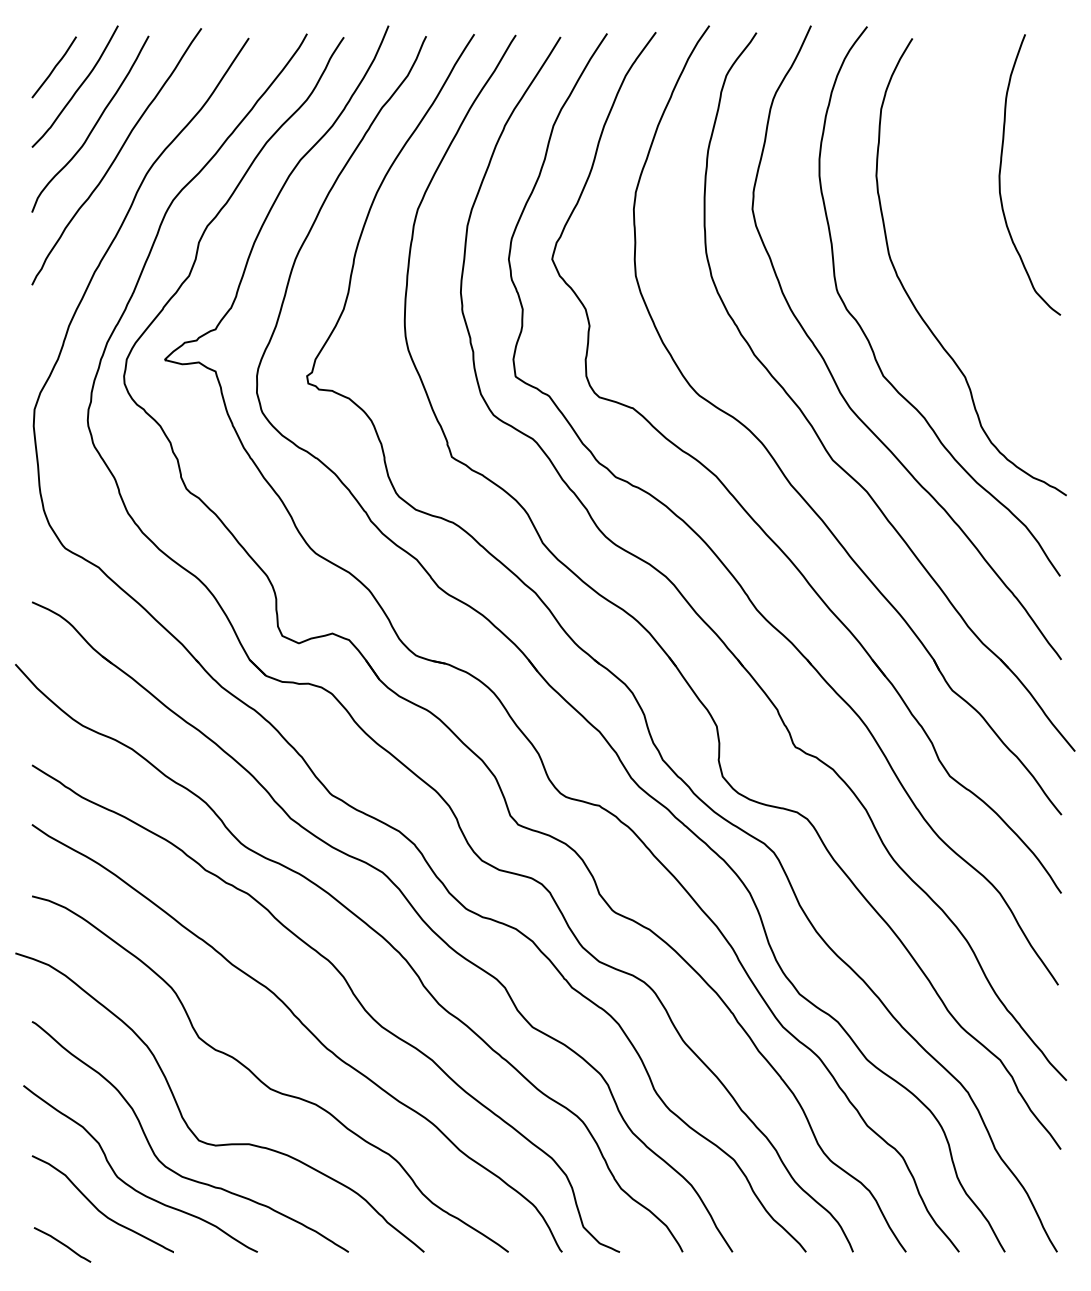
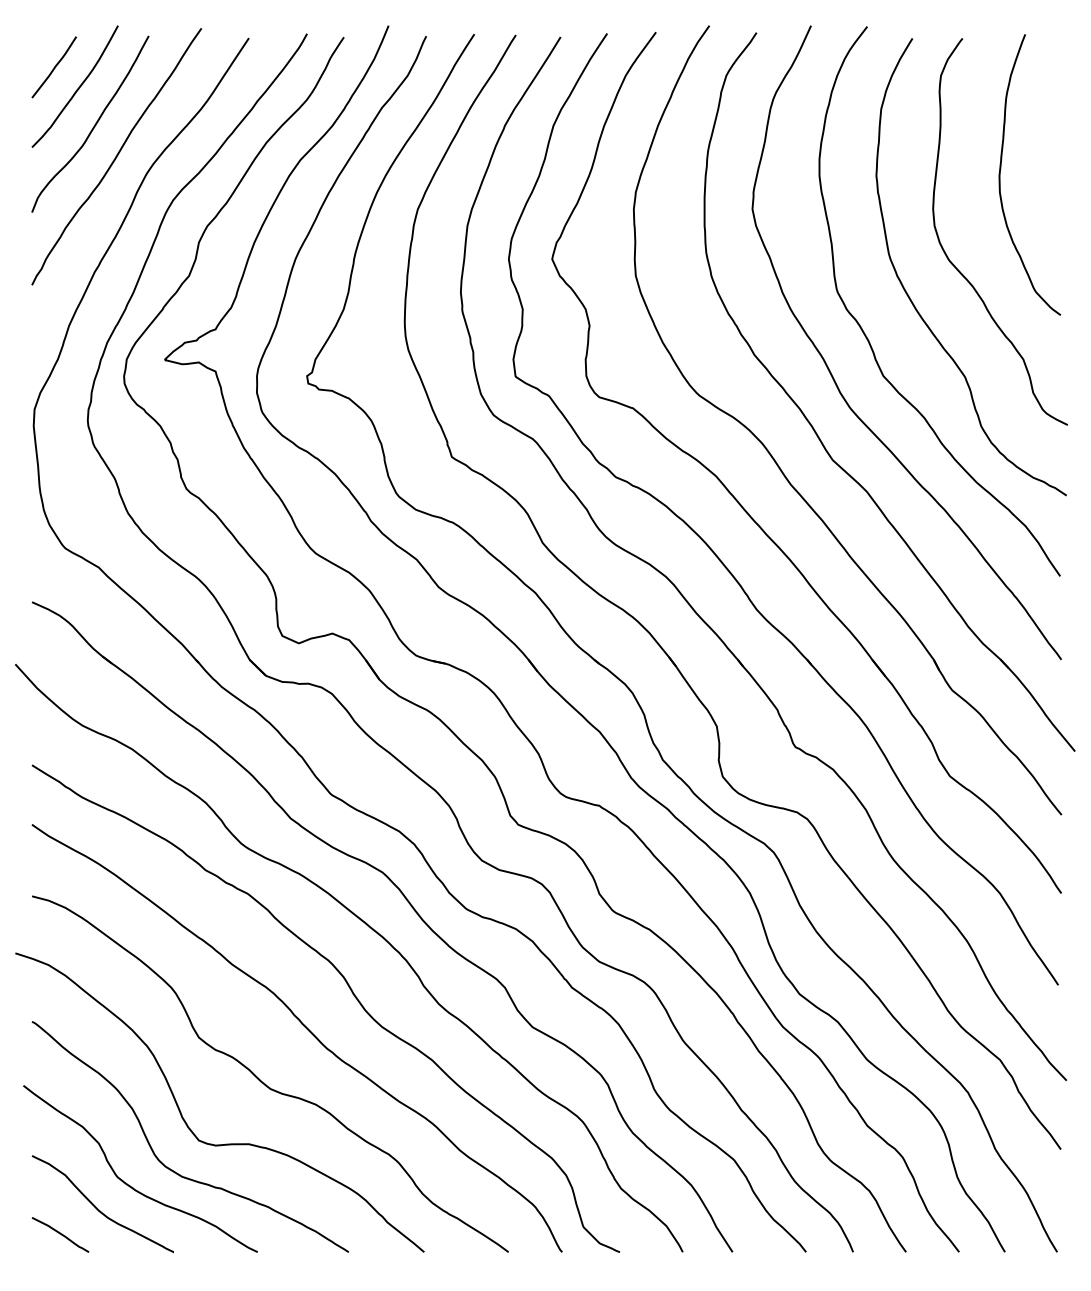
curve at (955, 265): none -> present
curve at (62, 1244) position: (62, 1244) -> (60, 1234)
